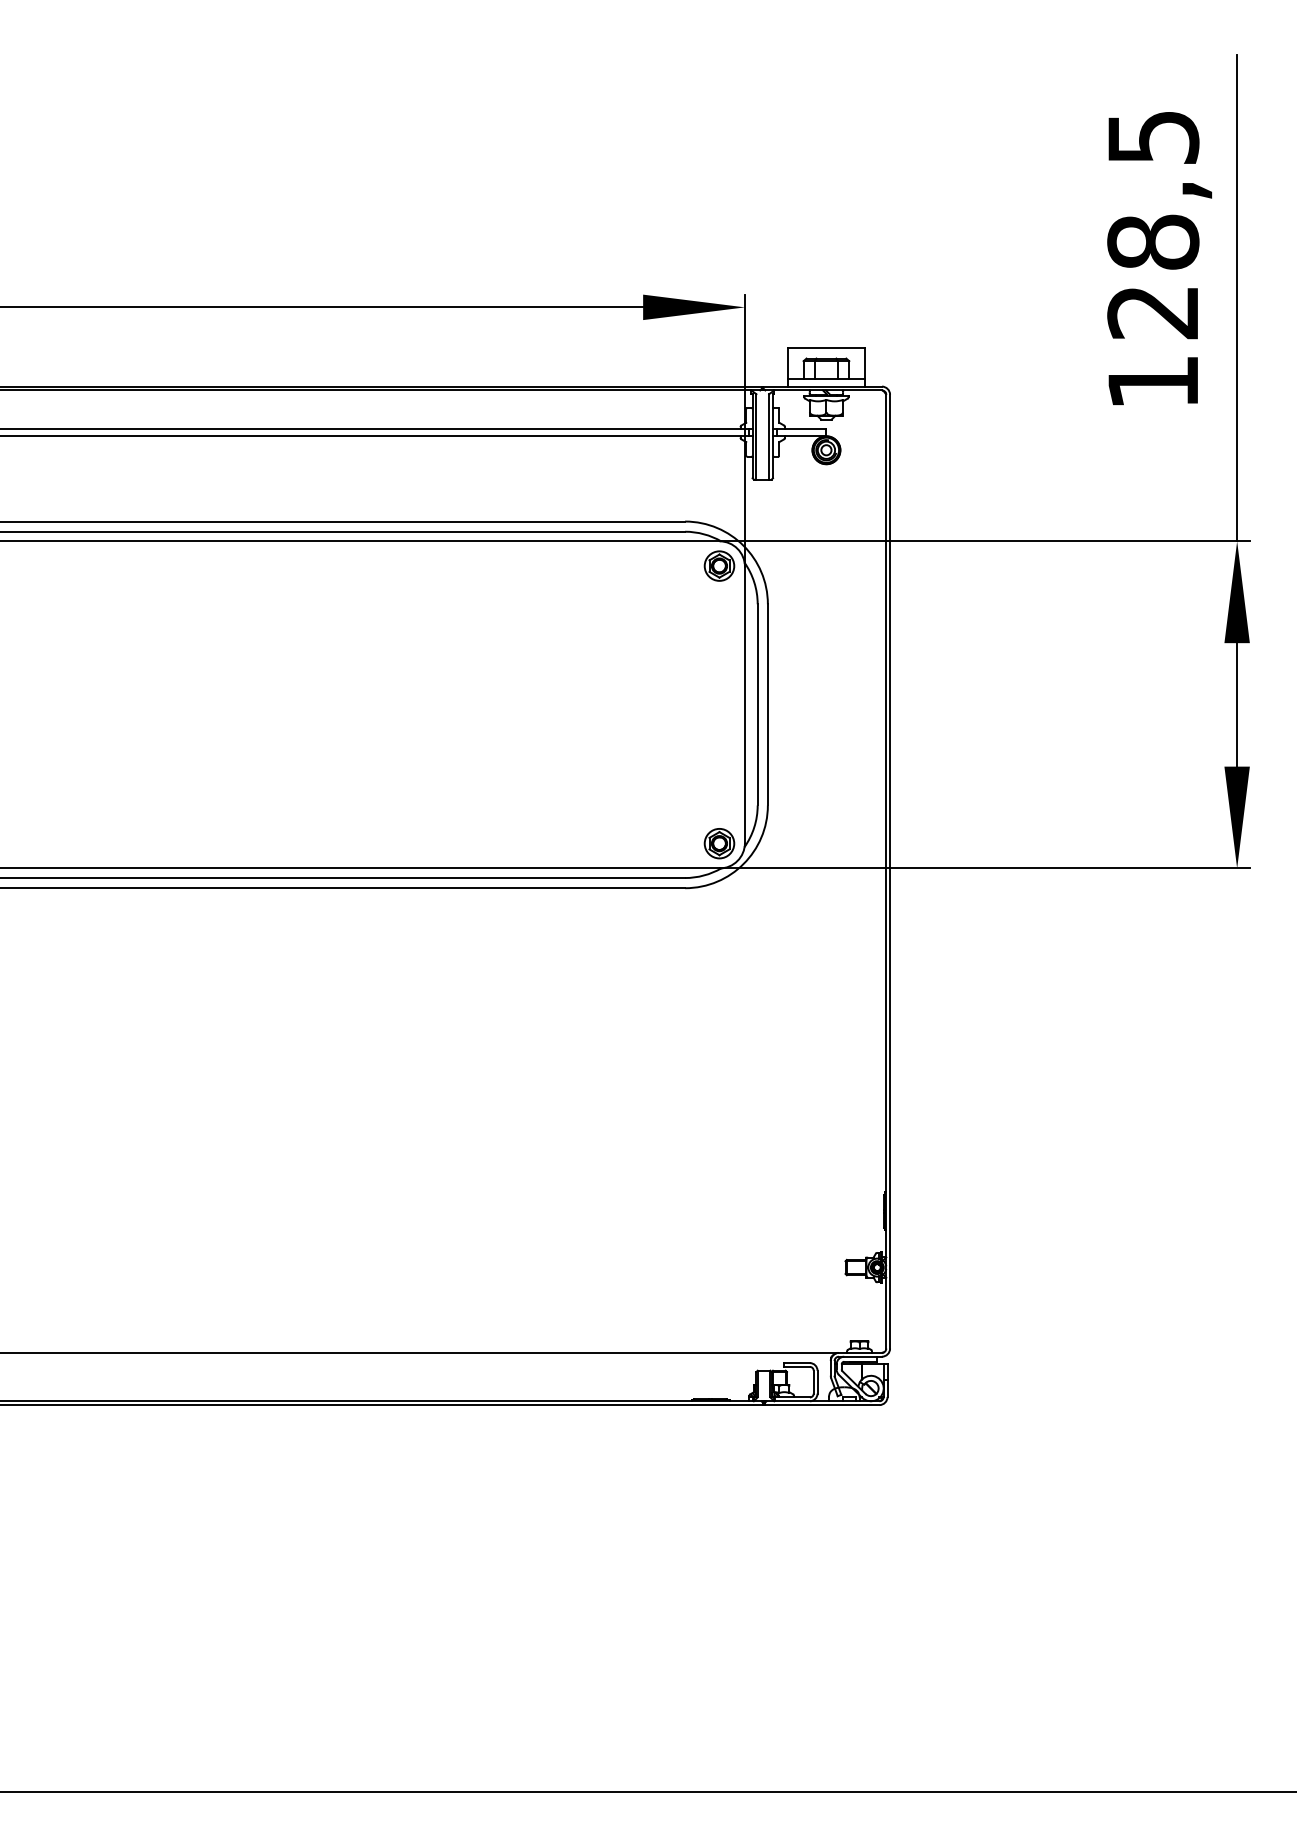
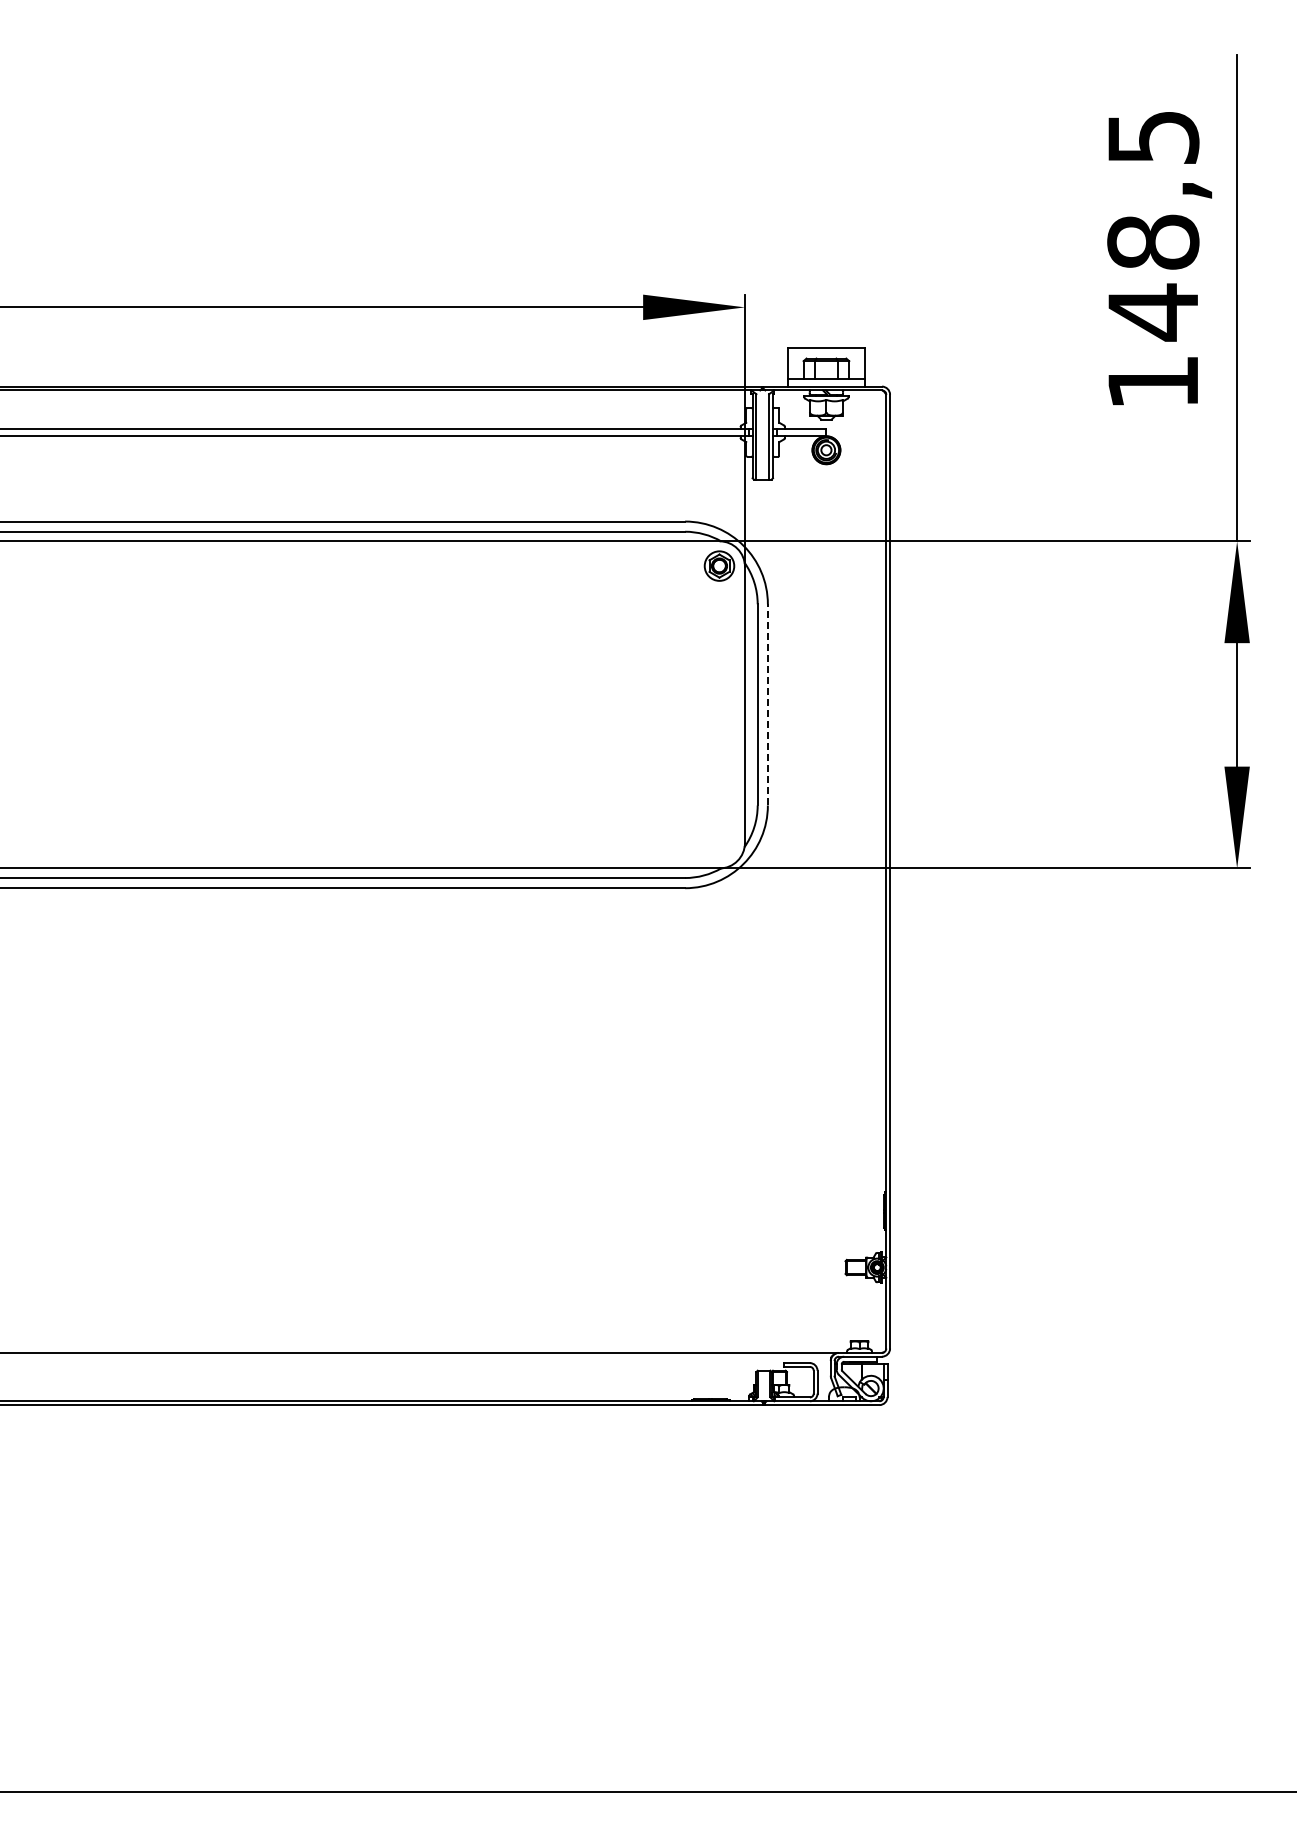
text at (1152, 312): 128,5 -> 148,5
line at (767, 704): solid -> dashed
part at (719, 843): present -> none
